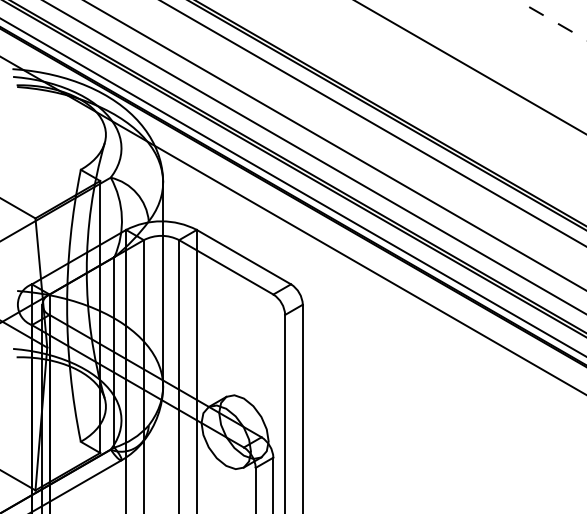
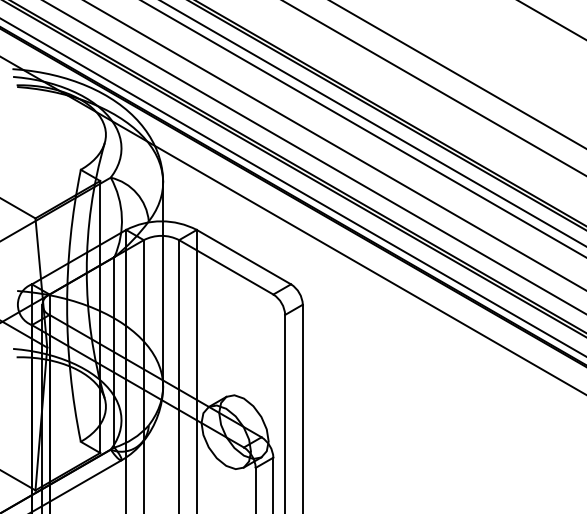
line at (552, 20): dashed -> solid
line at (470, 67) position: (470, 67) -> (457, 74)
line at (433, 88): none -> present
line at (363, 128): none -> present
